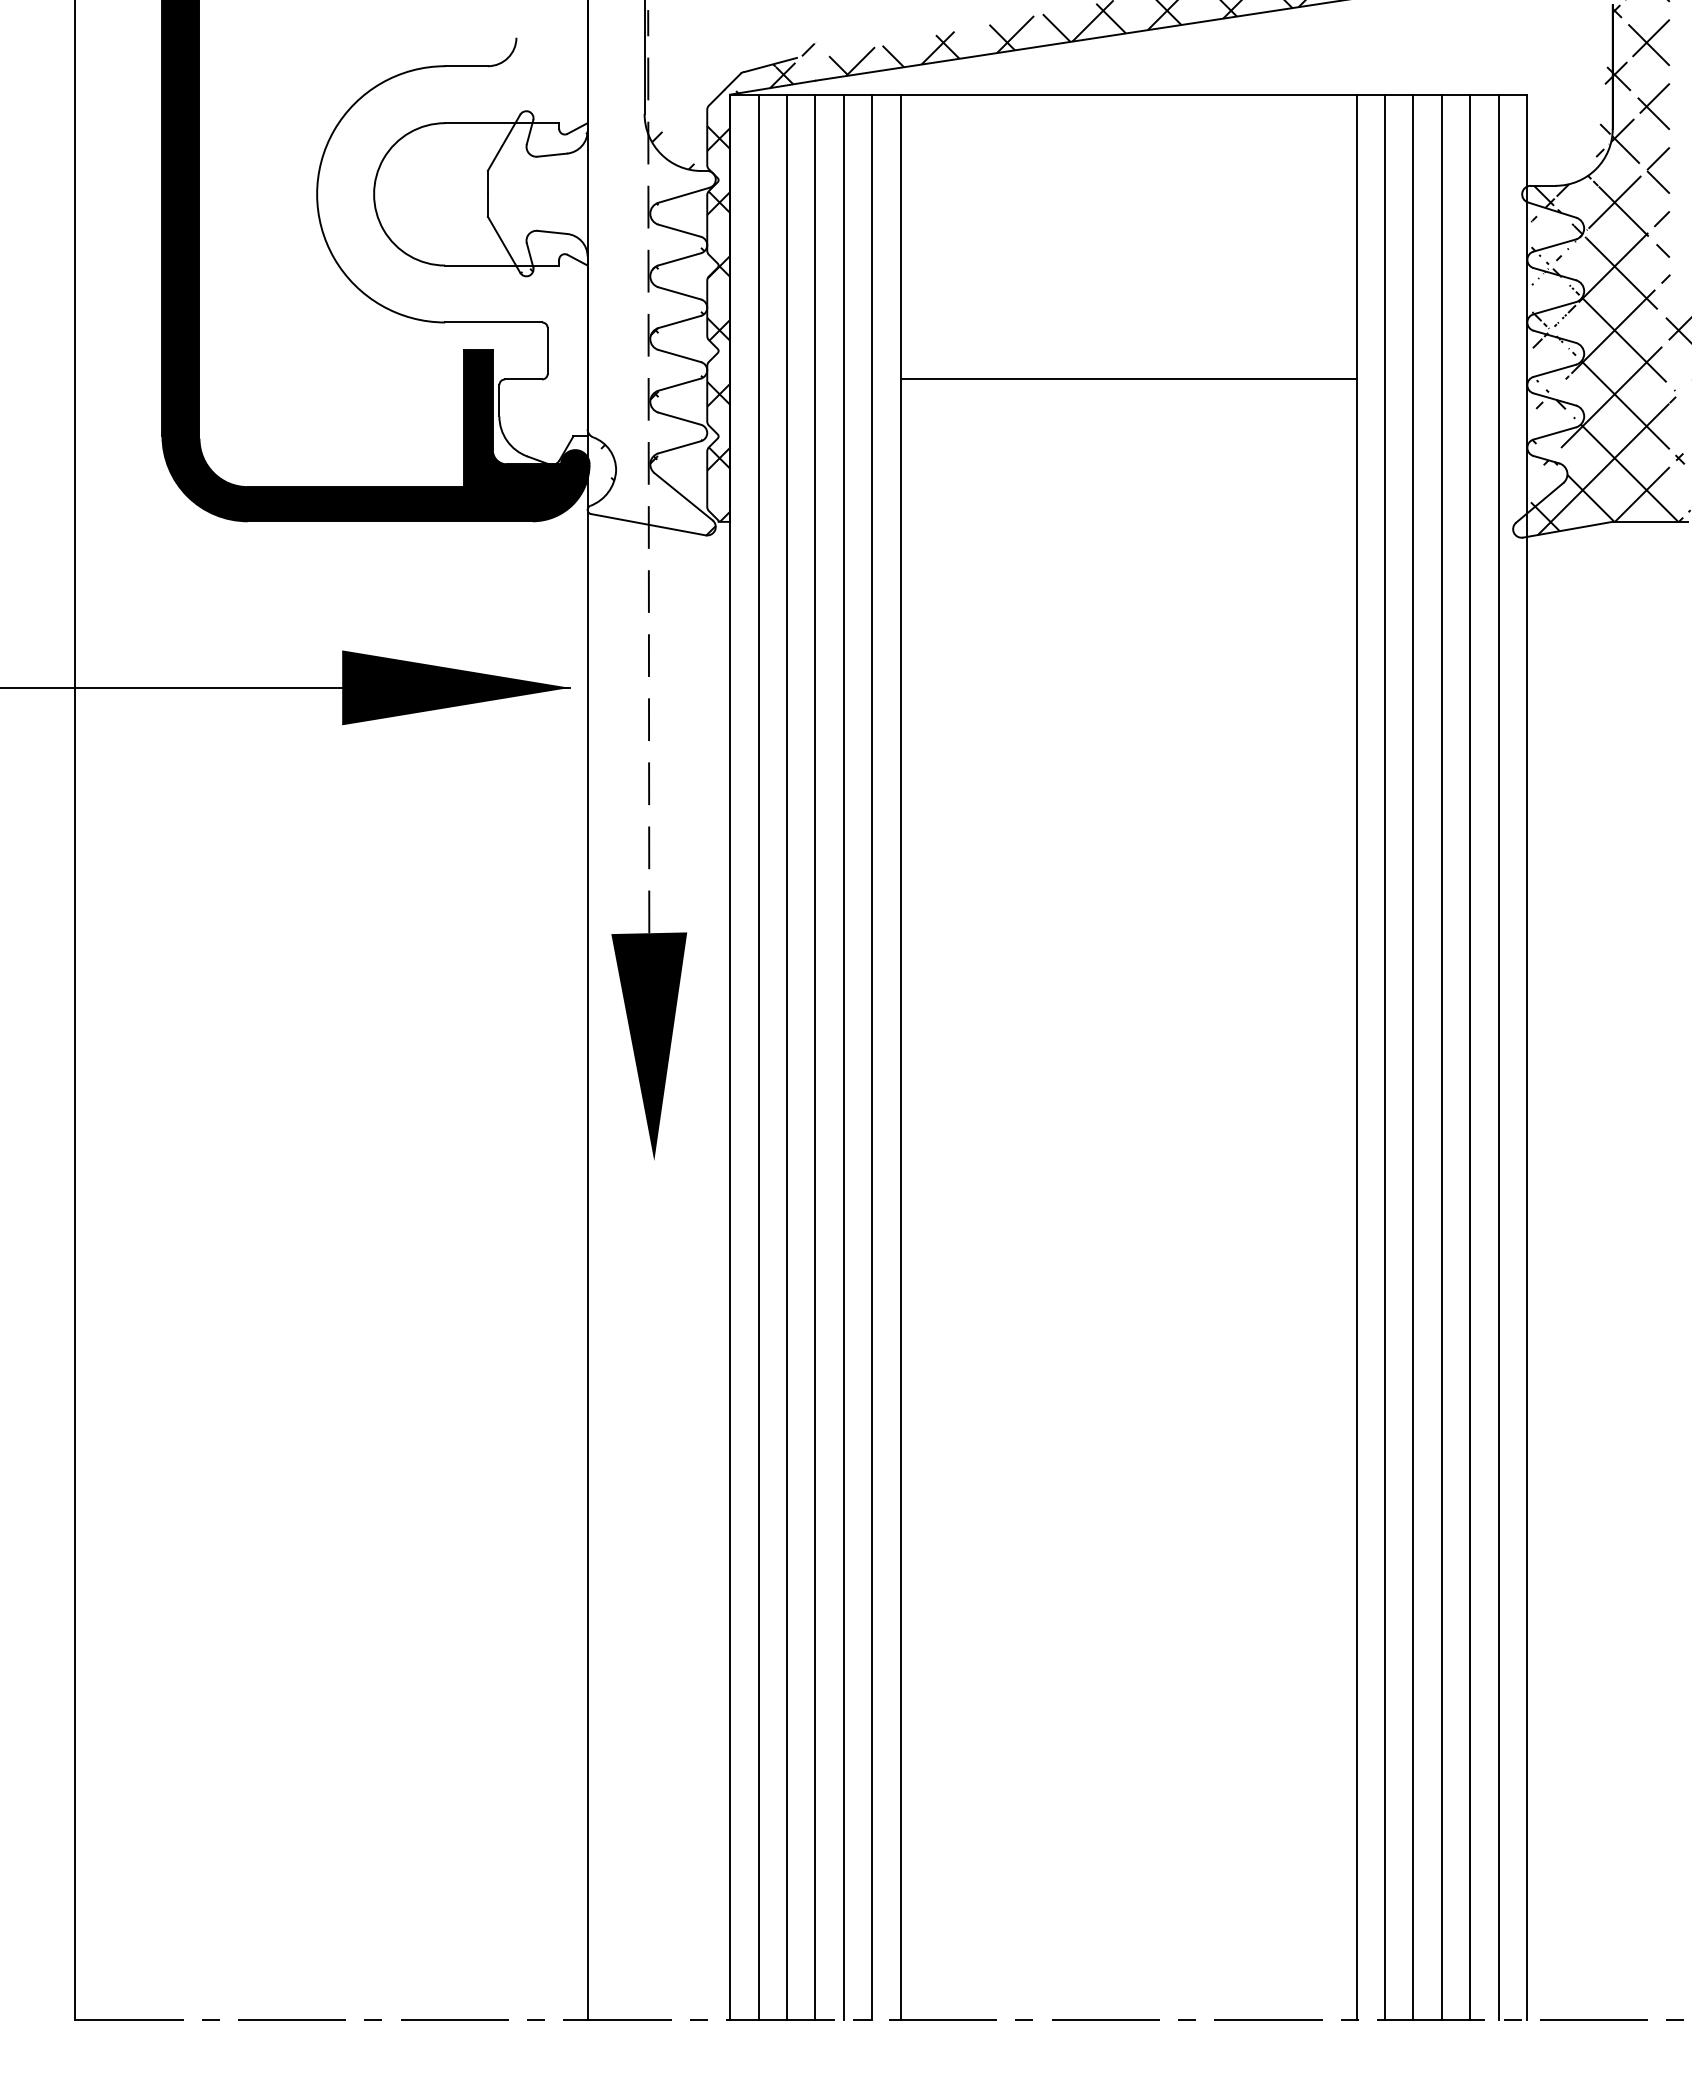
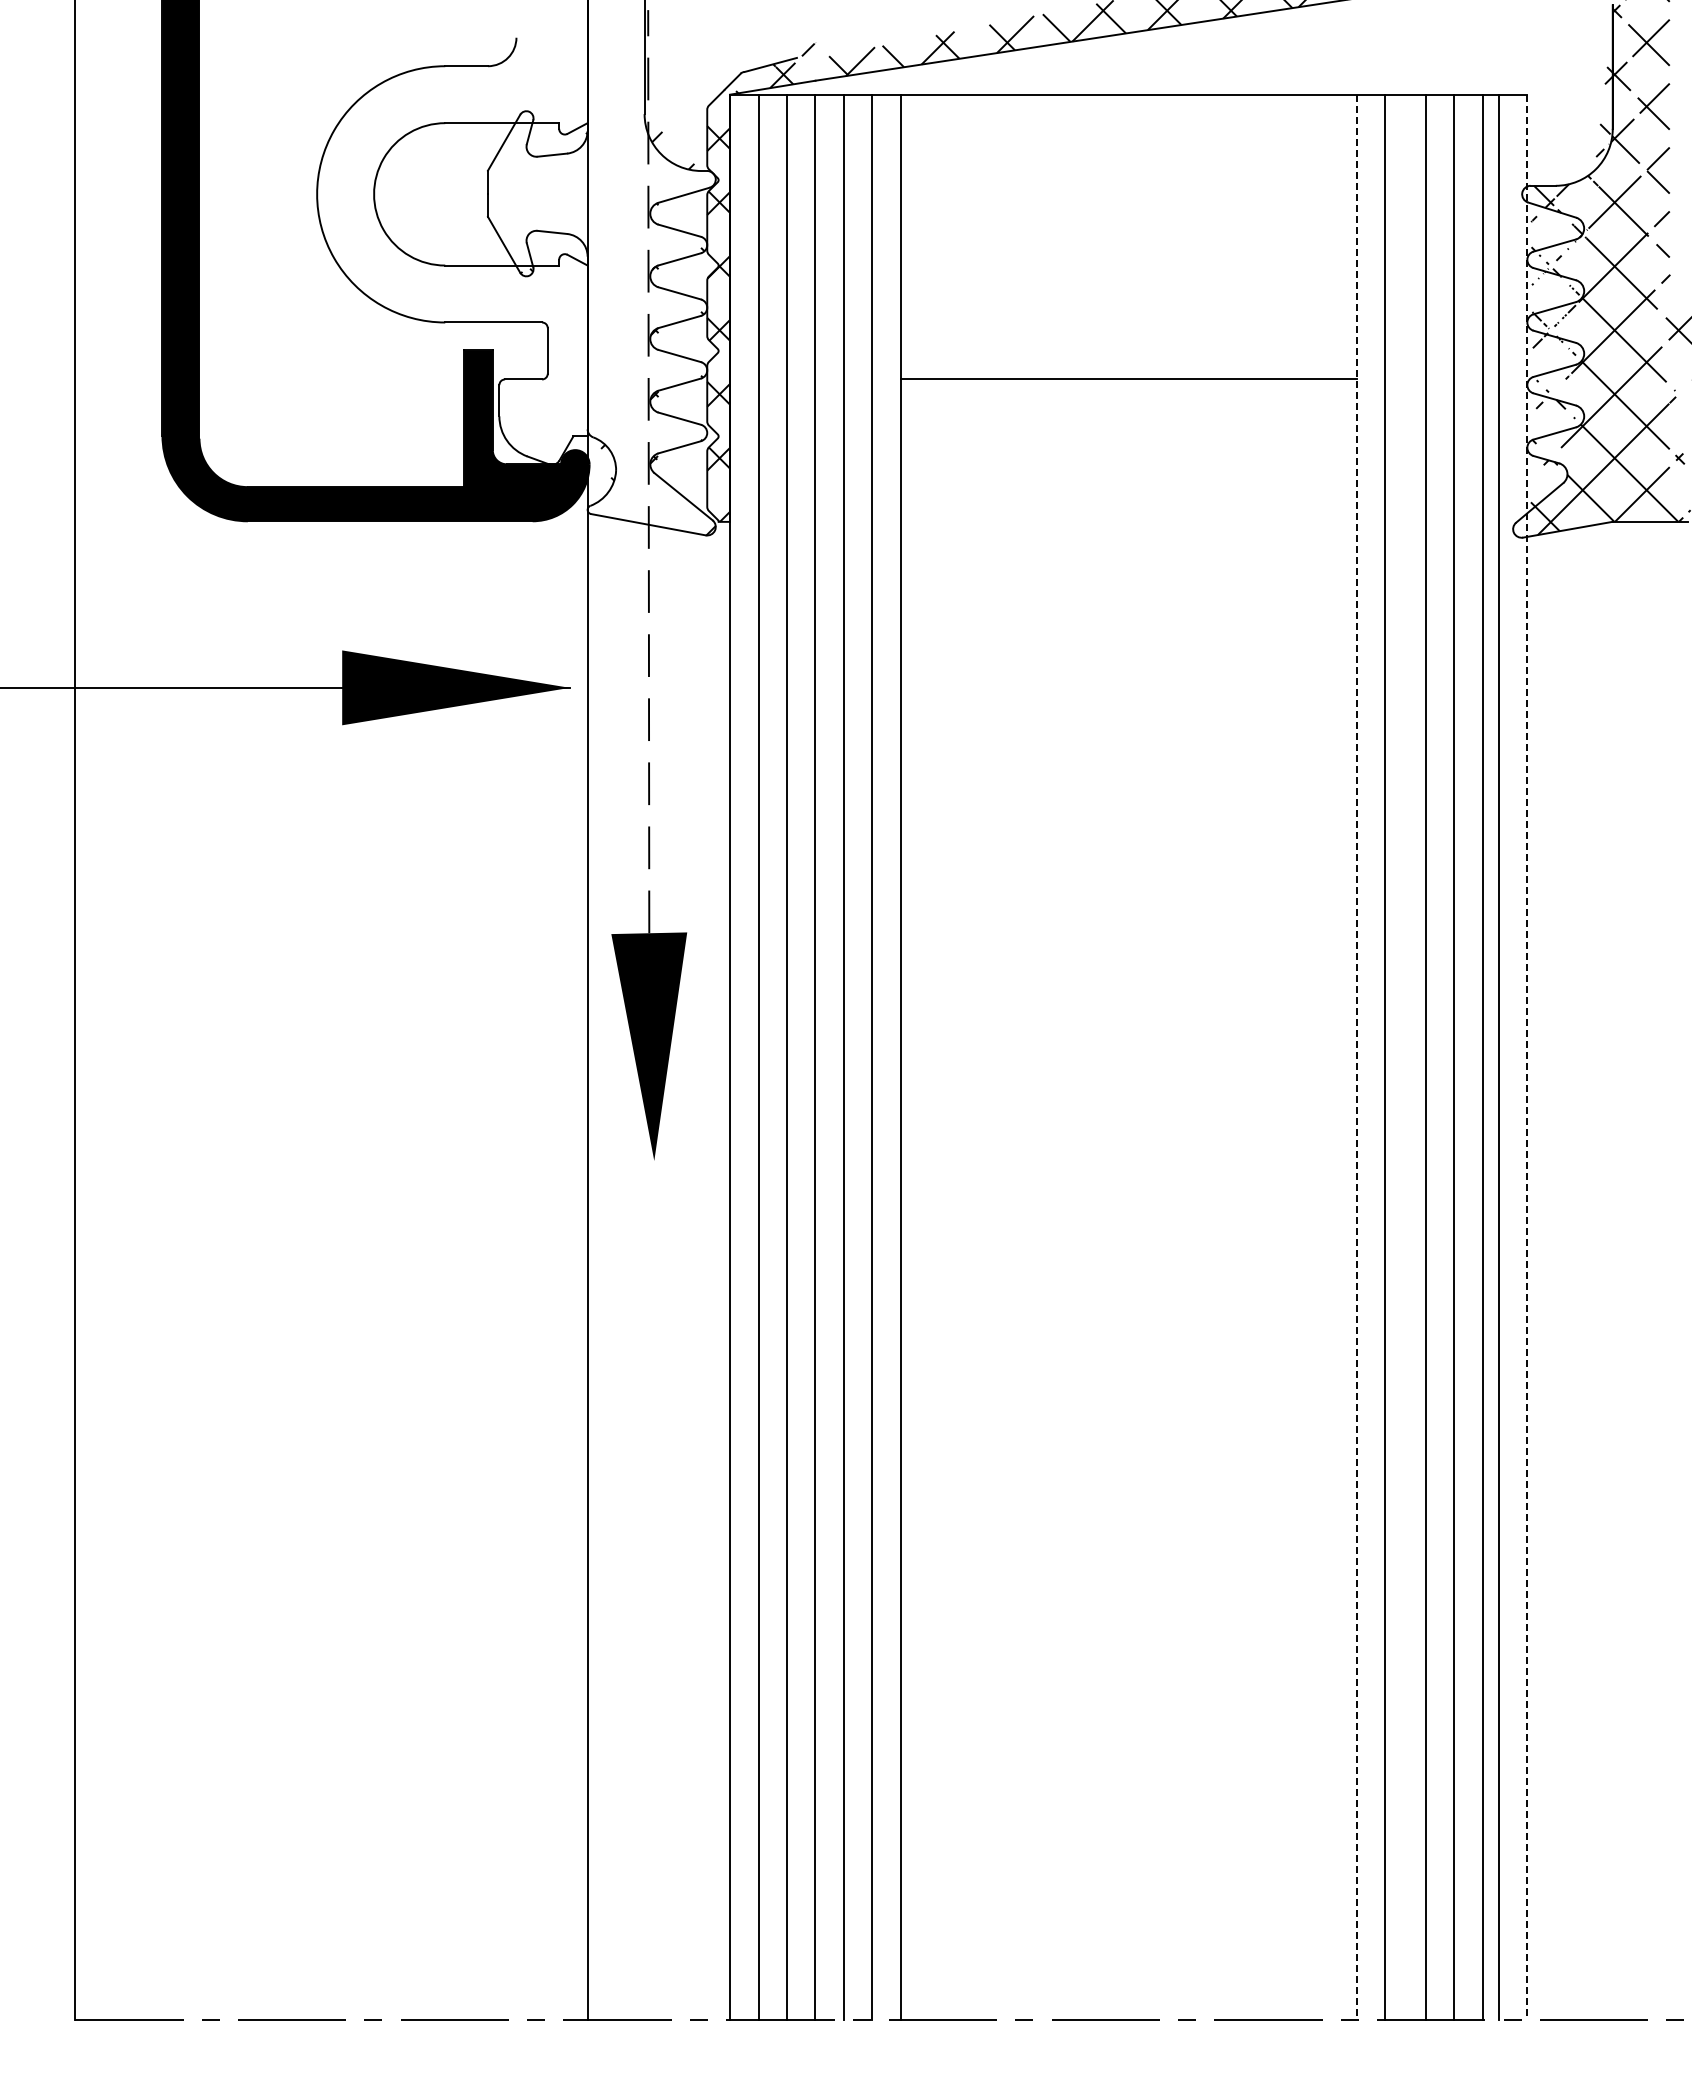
line at (1413, 1056) position: (1413, 1056) -> (1426, 1056)
line at (1441, 1056) position: (1441, 1056) -> (1453, 1056)
line at (1470, 1056) position: (1470, 1056) -> (1483, 1056)
line at (1356, 1057): solid -> dashed
line at (1527, 1057): solid -> dashed
